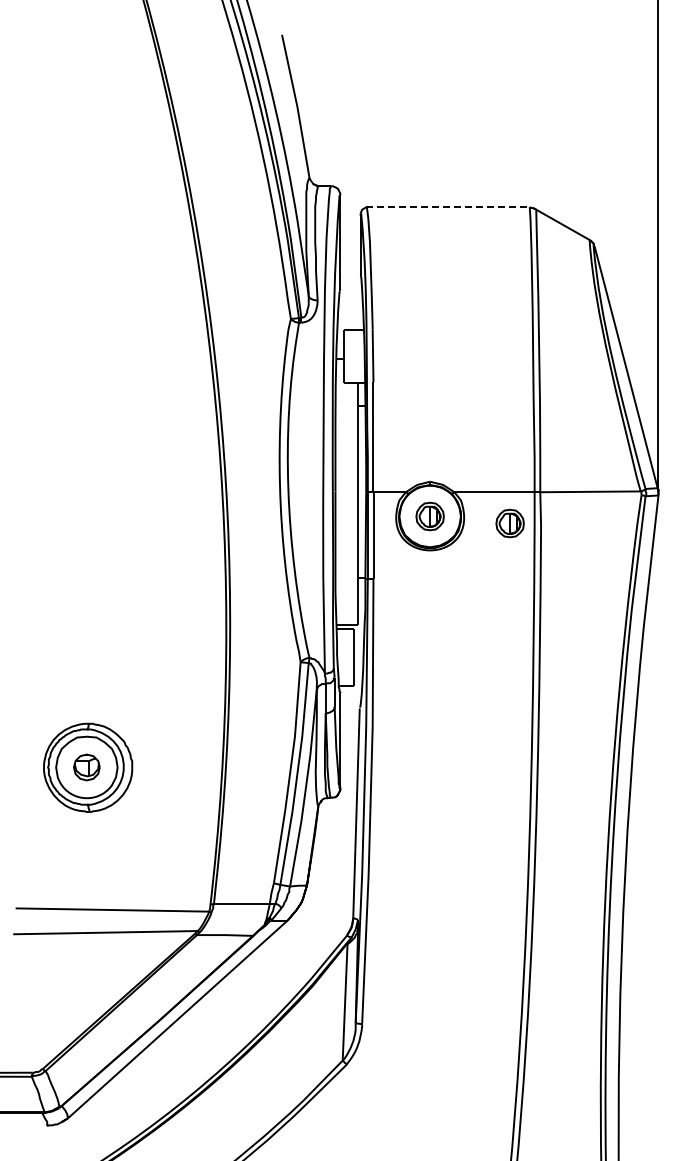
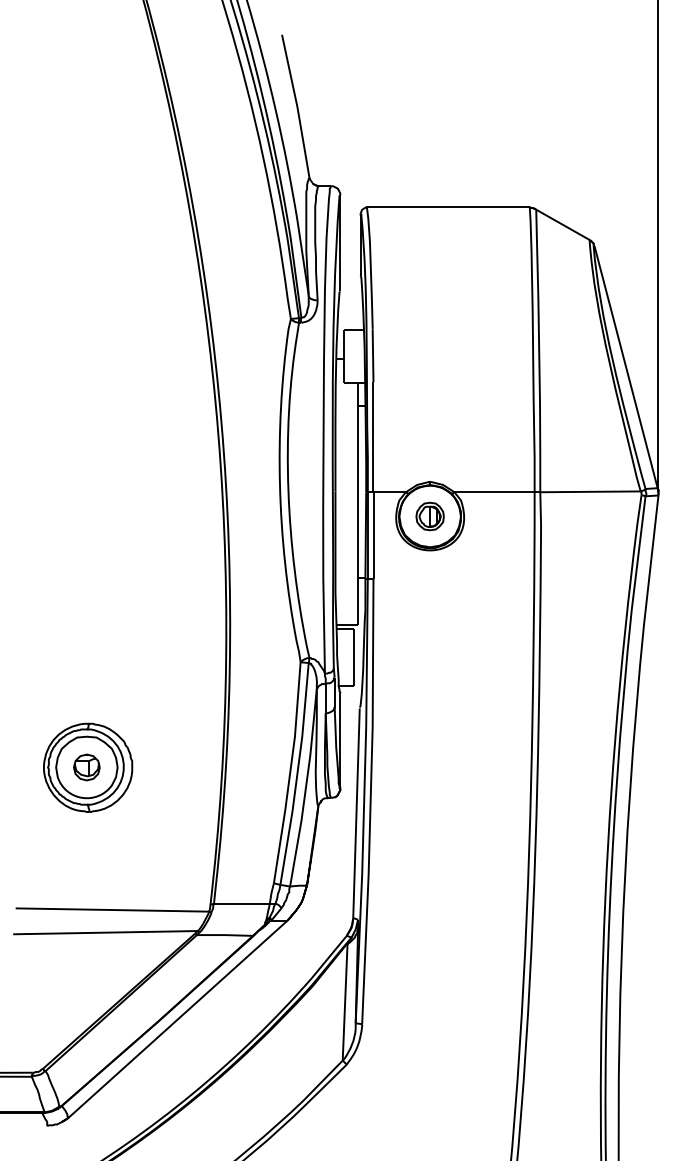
line at (447, 207): dashed -> solid
part at (509, 523): present -> none
